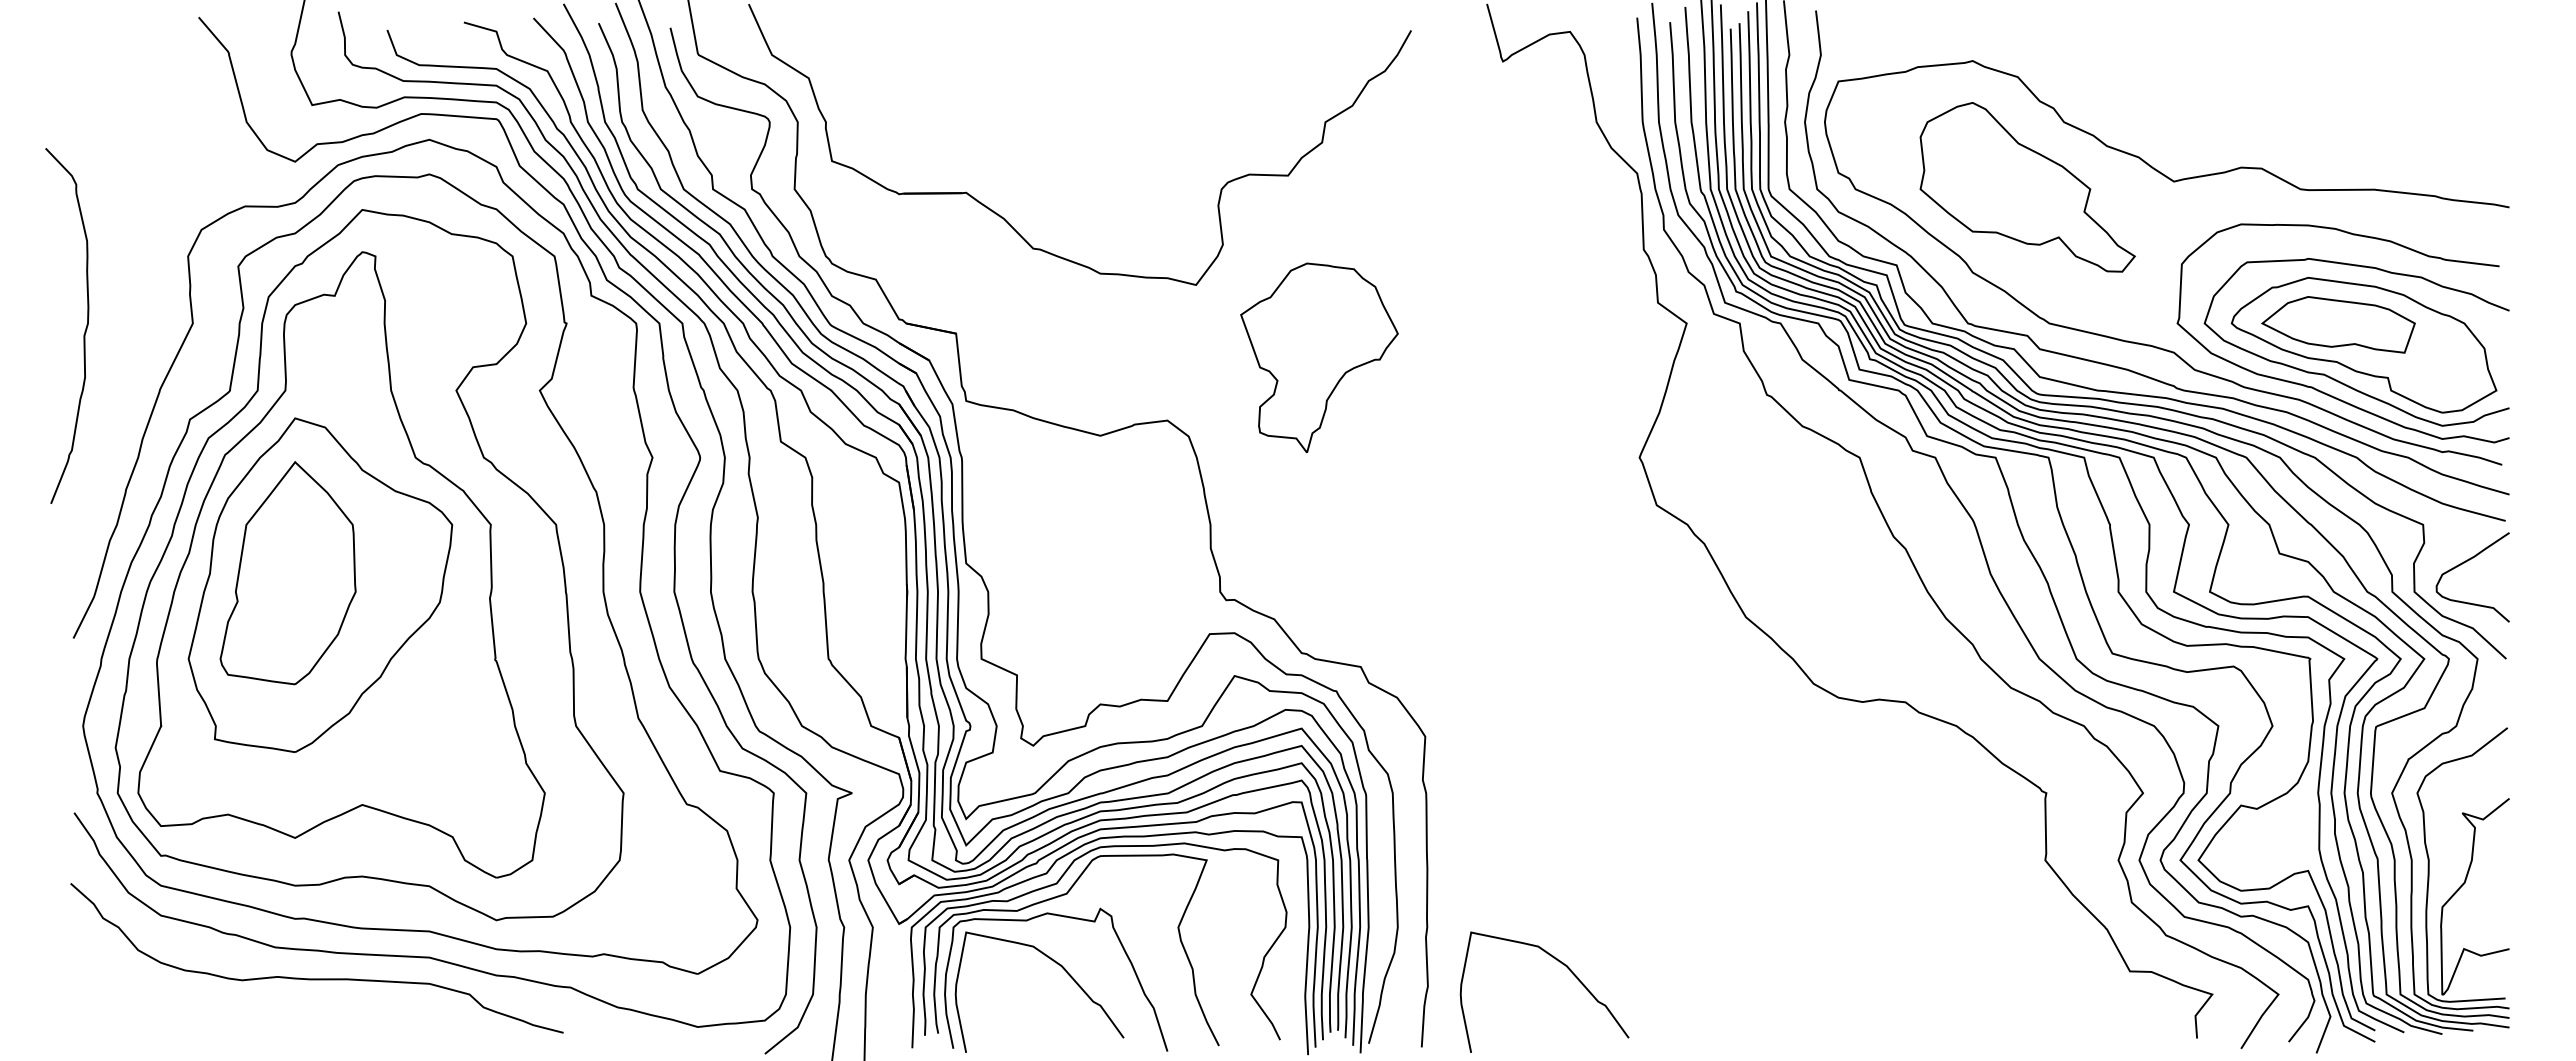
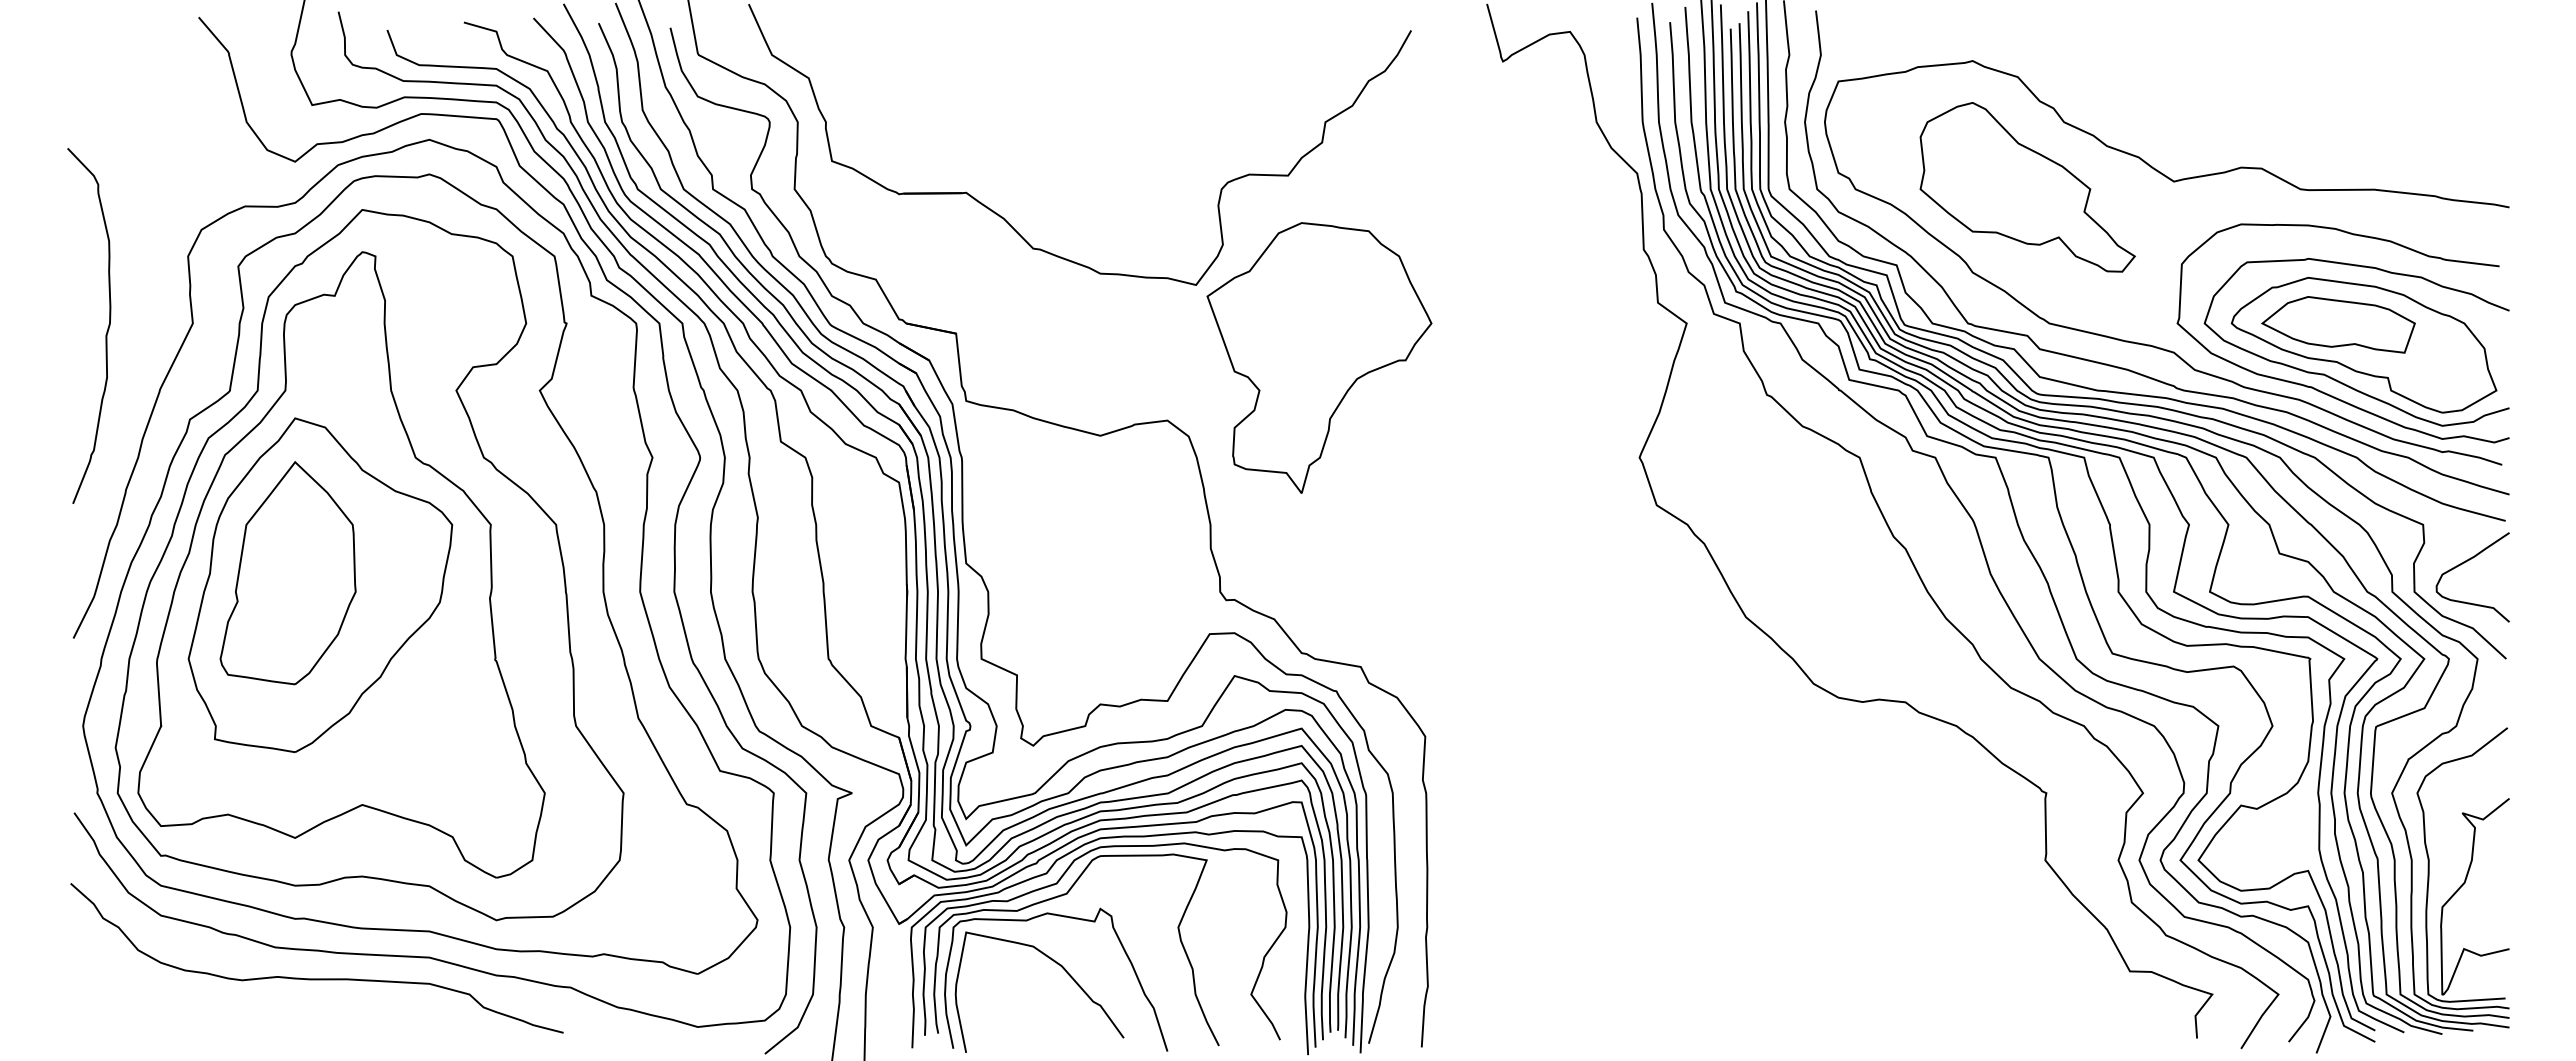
curve at (84, 331) position: (84, 331) -> (106, 331)
part at (1319, 357) size: 159x192 px -> 227x272 px
curve at (1562, 964): present -> none
